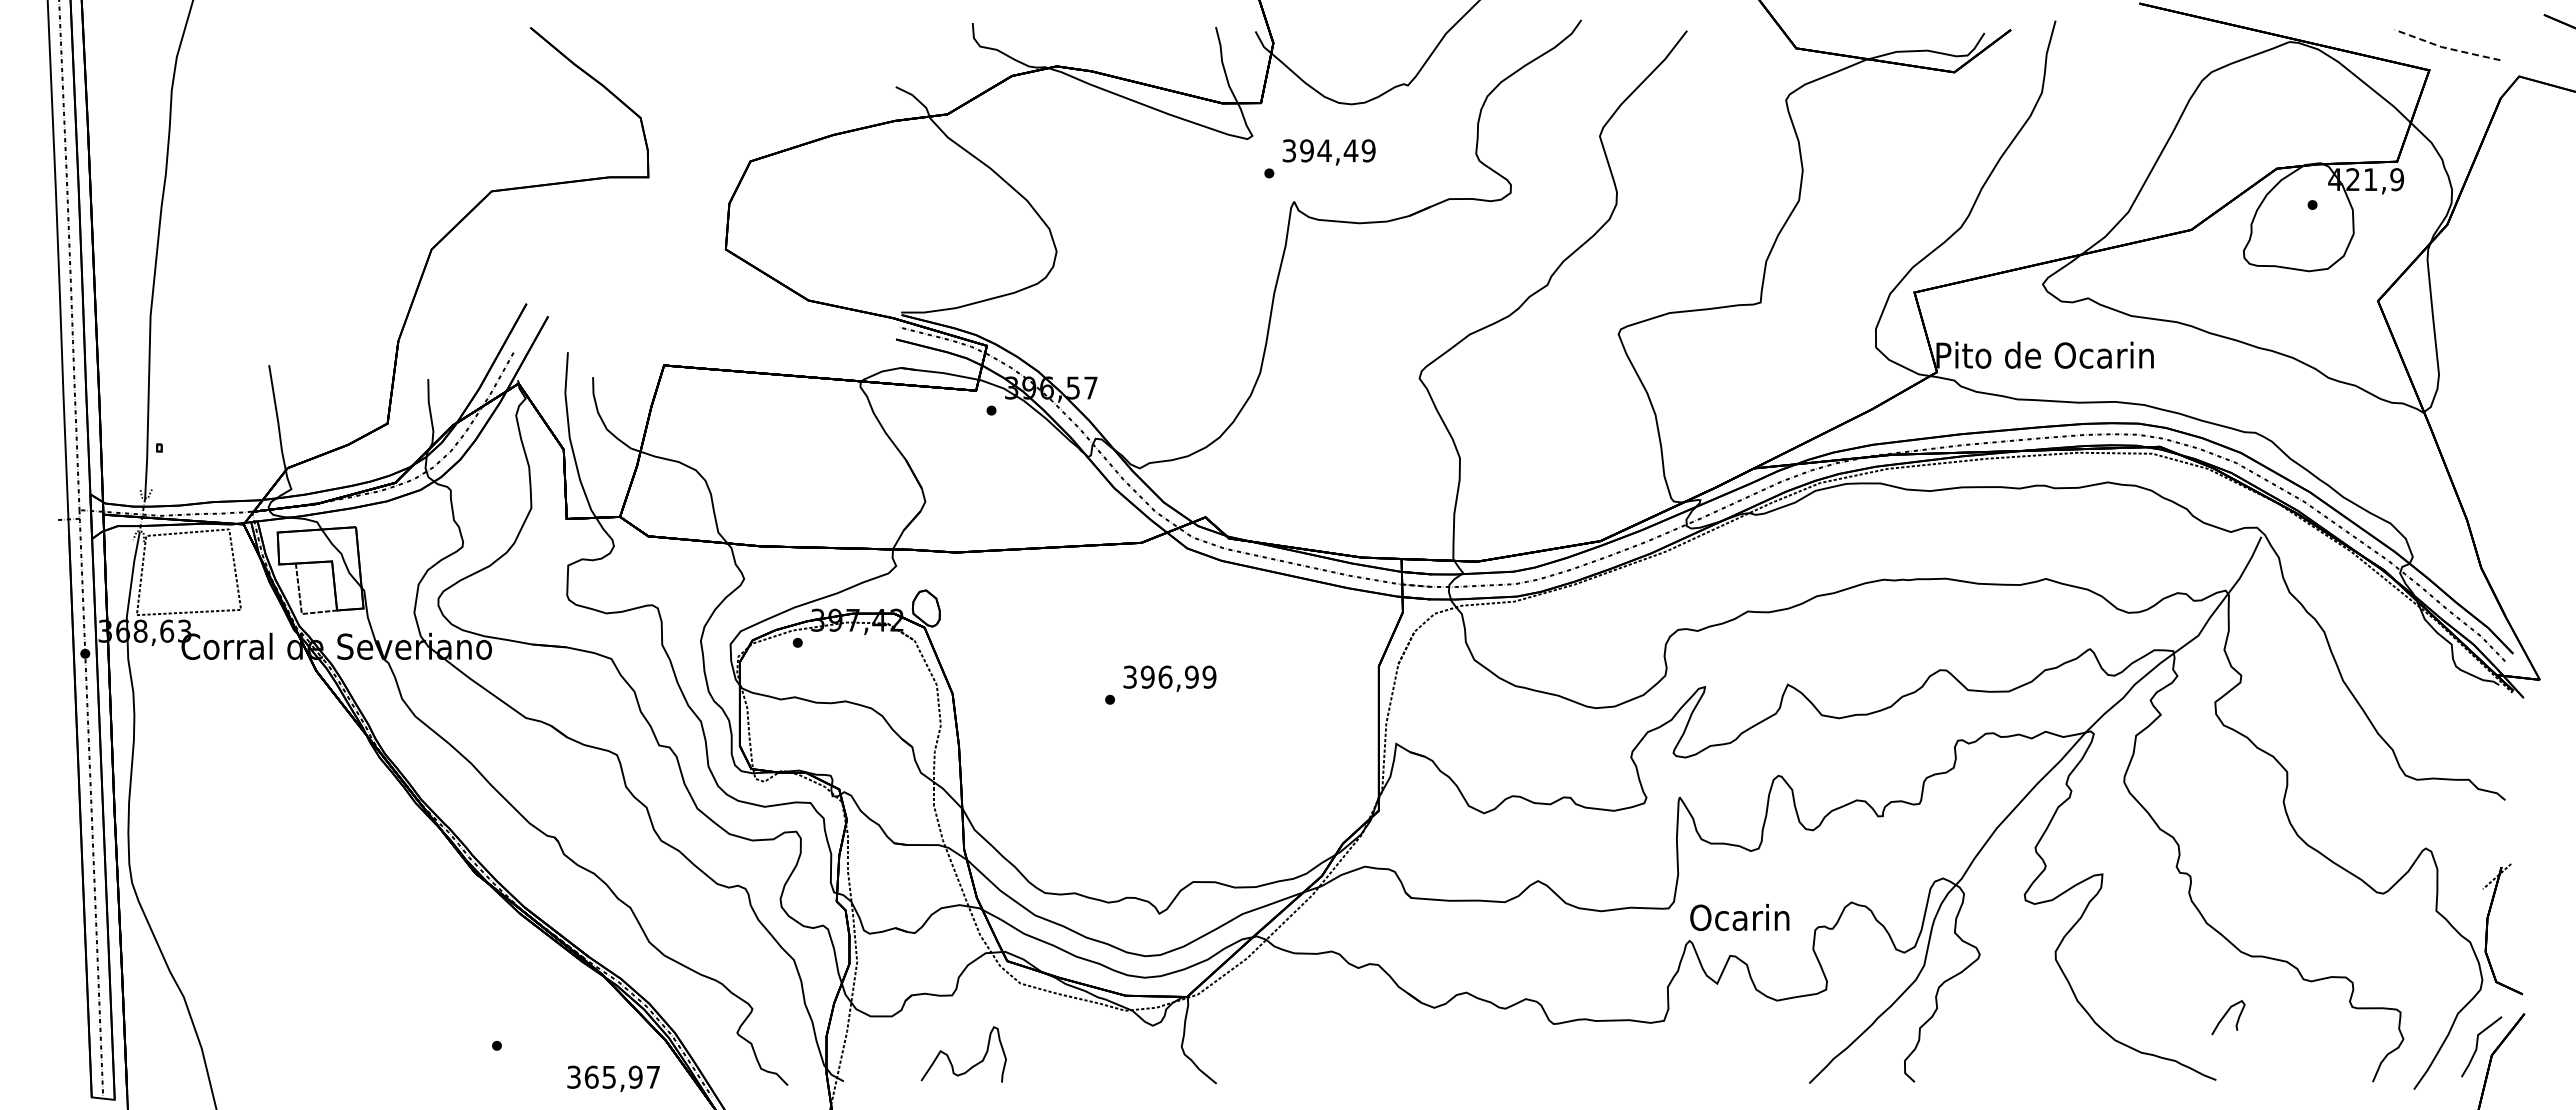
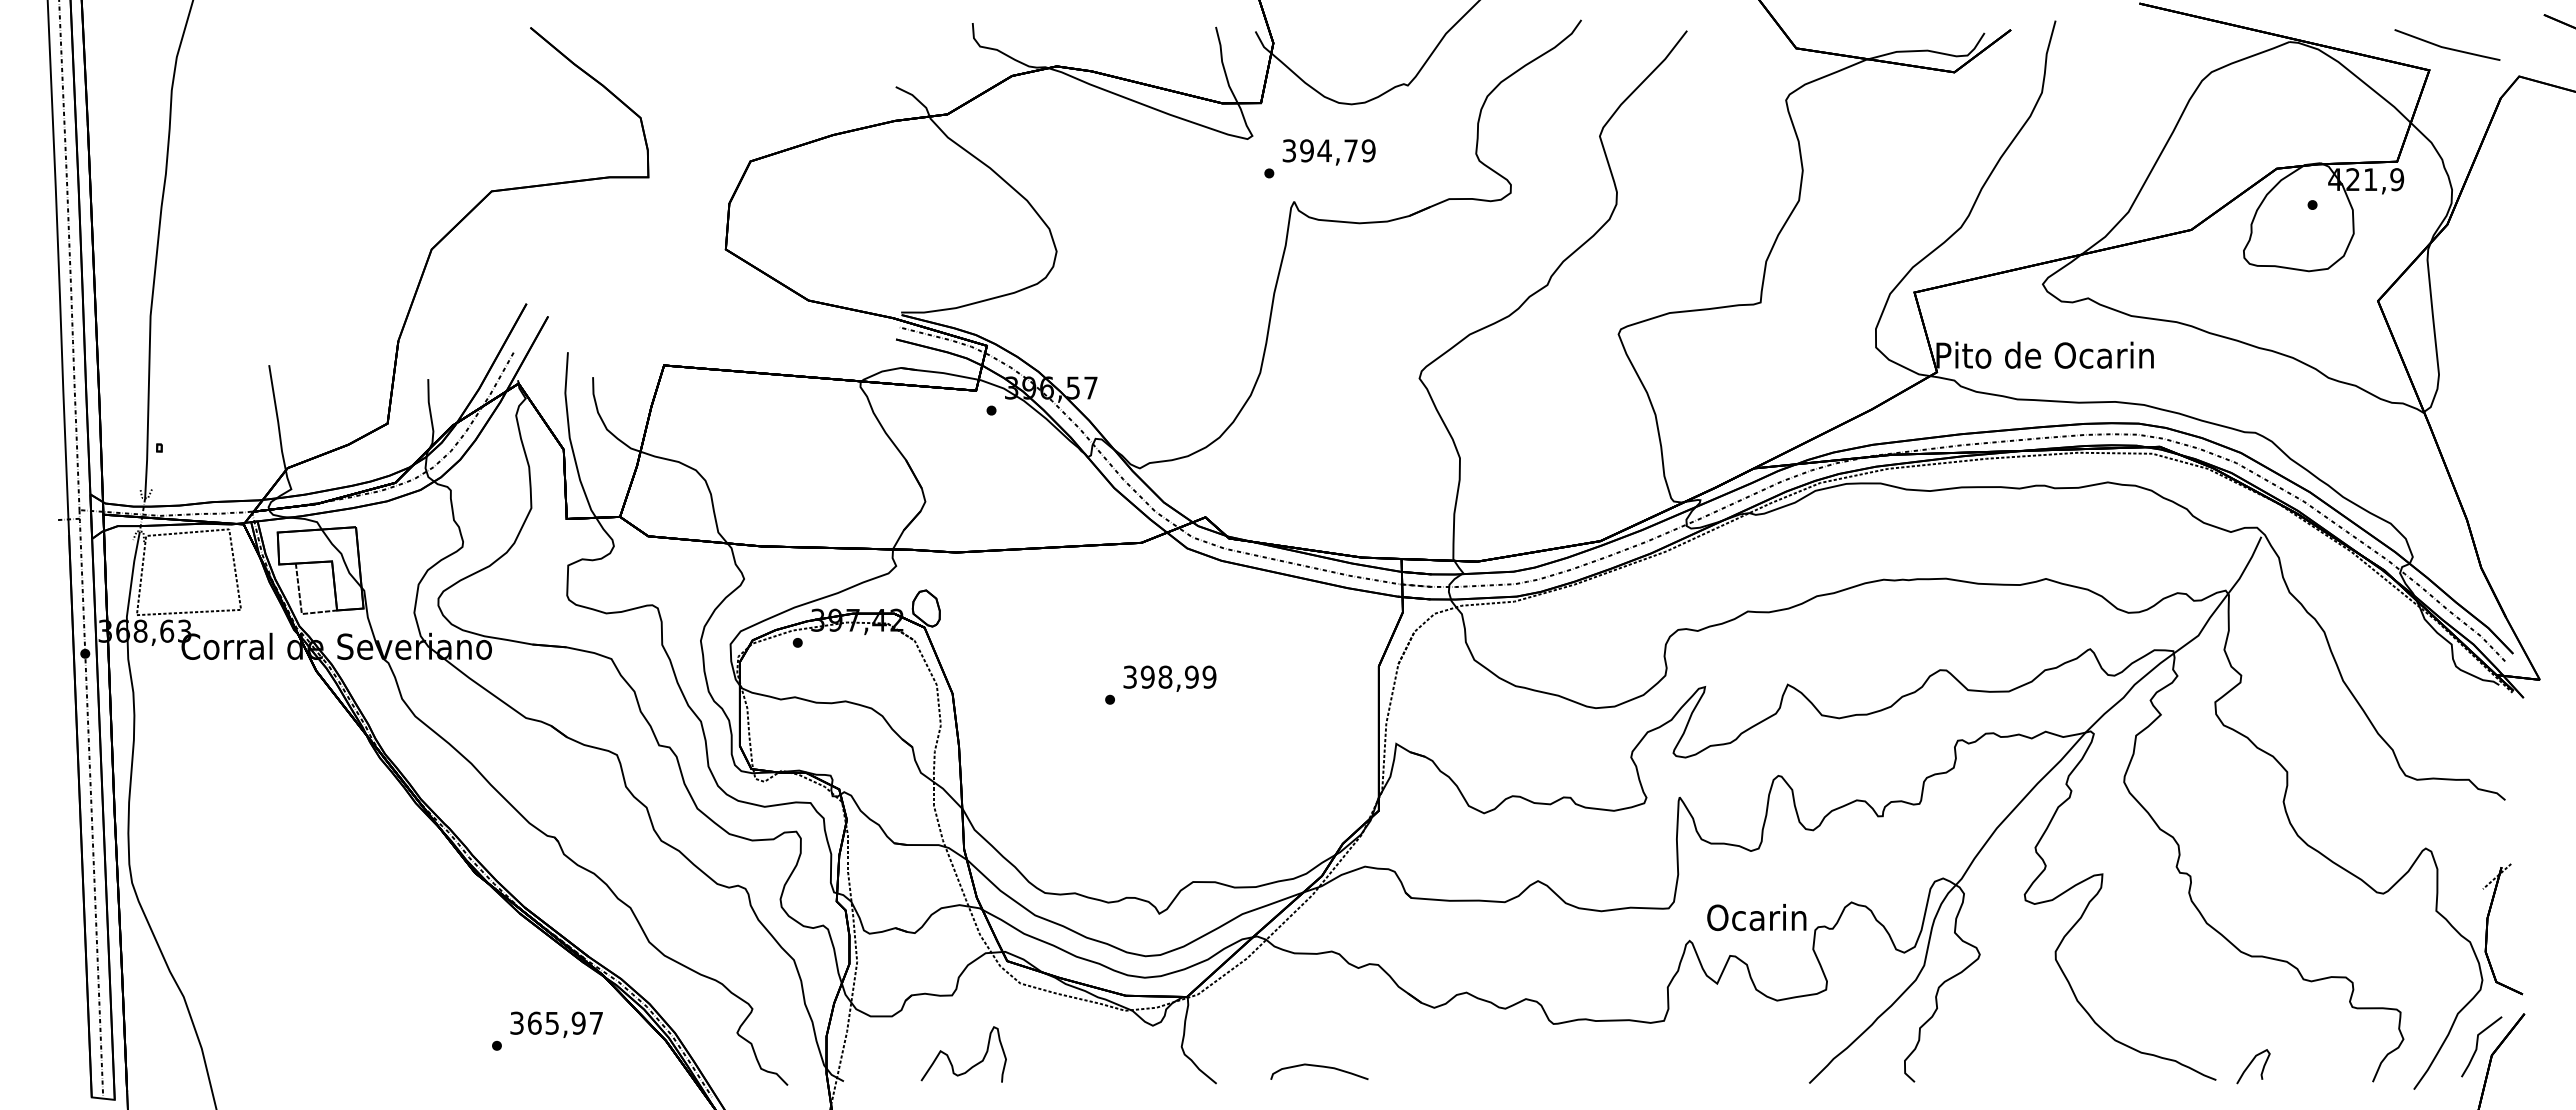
line at (2446, 48): dashed -> solid
text at (1350, 150): 394,49 -> 394,79
text at (1165, 676): 396,99 -> 398,99
text at (1739, 917) position: (1739, 917) -> (1756, 917)
curve at (2225, 1016) position: (2225, 1016) -> (2250, 1065)
curve at (1319, 1067): none -> present
text at (613, 1078) position: (613, 1078) -> (556, 1024)
